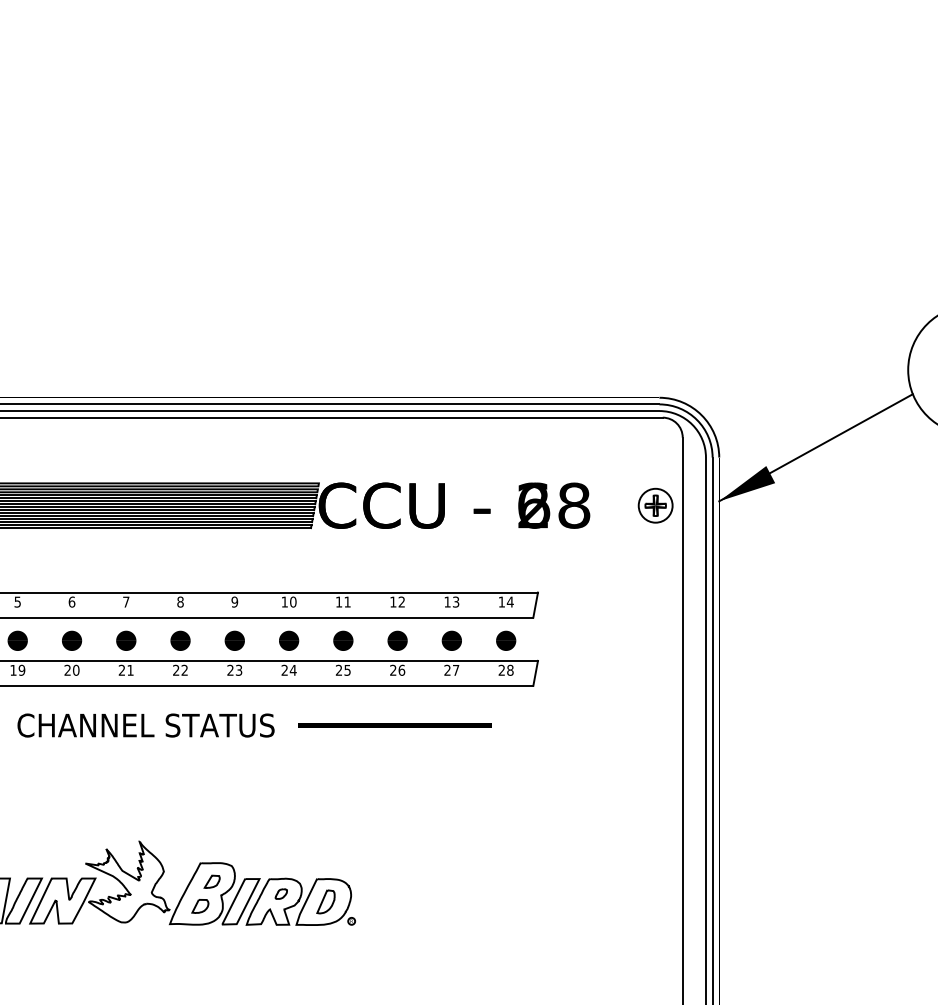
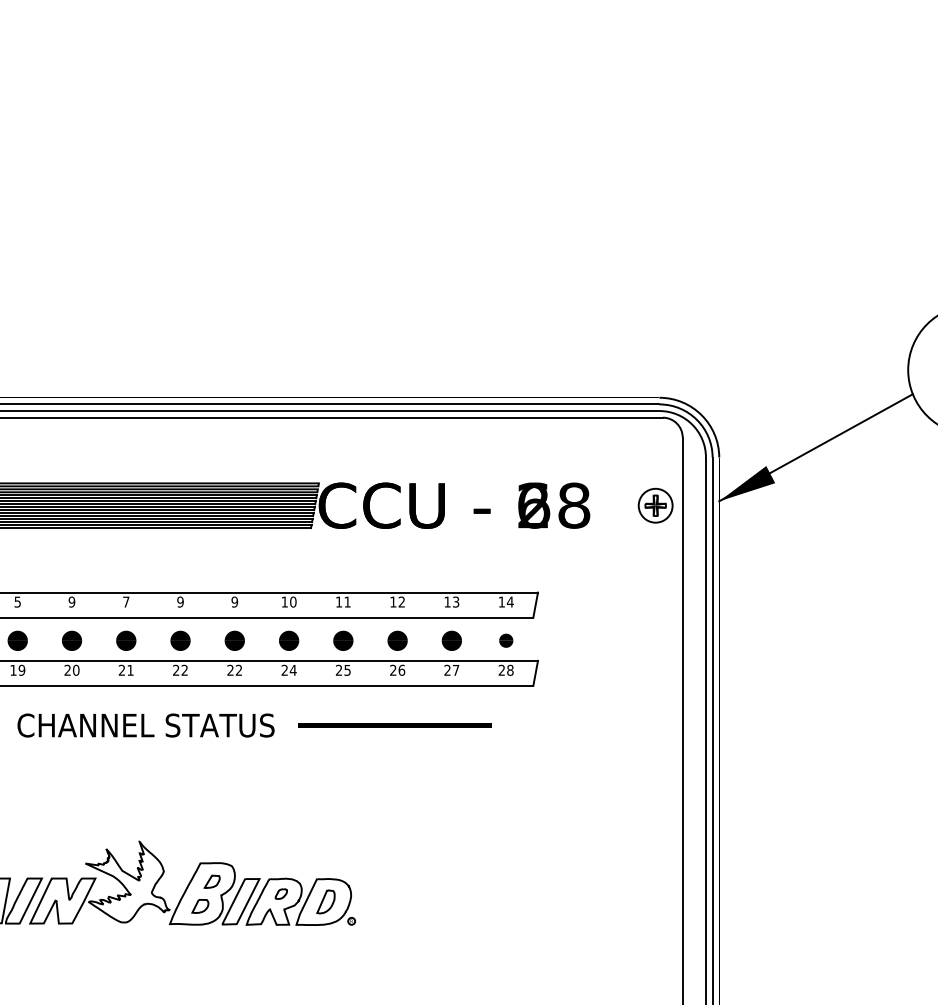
text at (71, 601): 6 -> 9
text at (180, 601): 8 -> 9
part at (506, 640) size: 21x21 px -> 15x15 px
text at (239, 670): 23 -> 22
